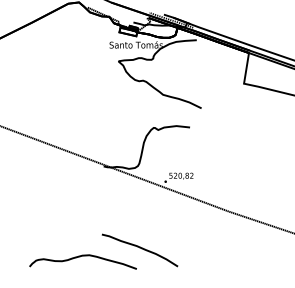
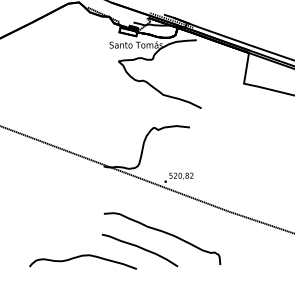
curve at (164, 233): none -> present
